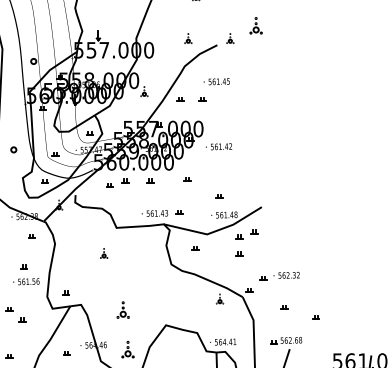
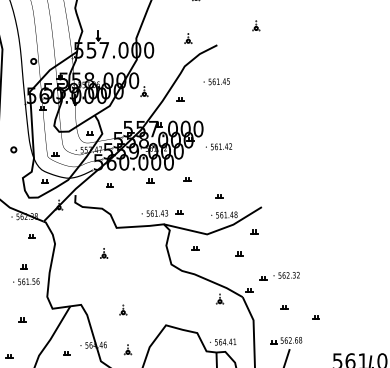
part at (255, 25) size: 14x18 px -> 9x12 px
part at (230, 38): present -> none
part at (202, 99): present -> none
part at (125, 180): present -> none
part at (239, 236): present -> none
part at (65, 292): present -> none
part at (9, 309): present -> none
part at (122, 309) size: 14x18 px -> 9x12 px
part at (127, 349) size: 14x18 px -> 10x12 px
